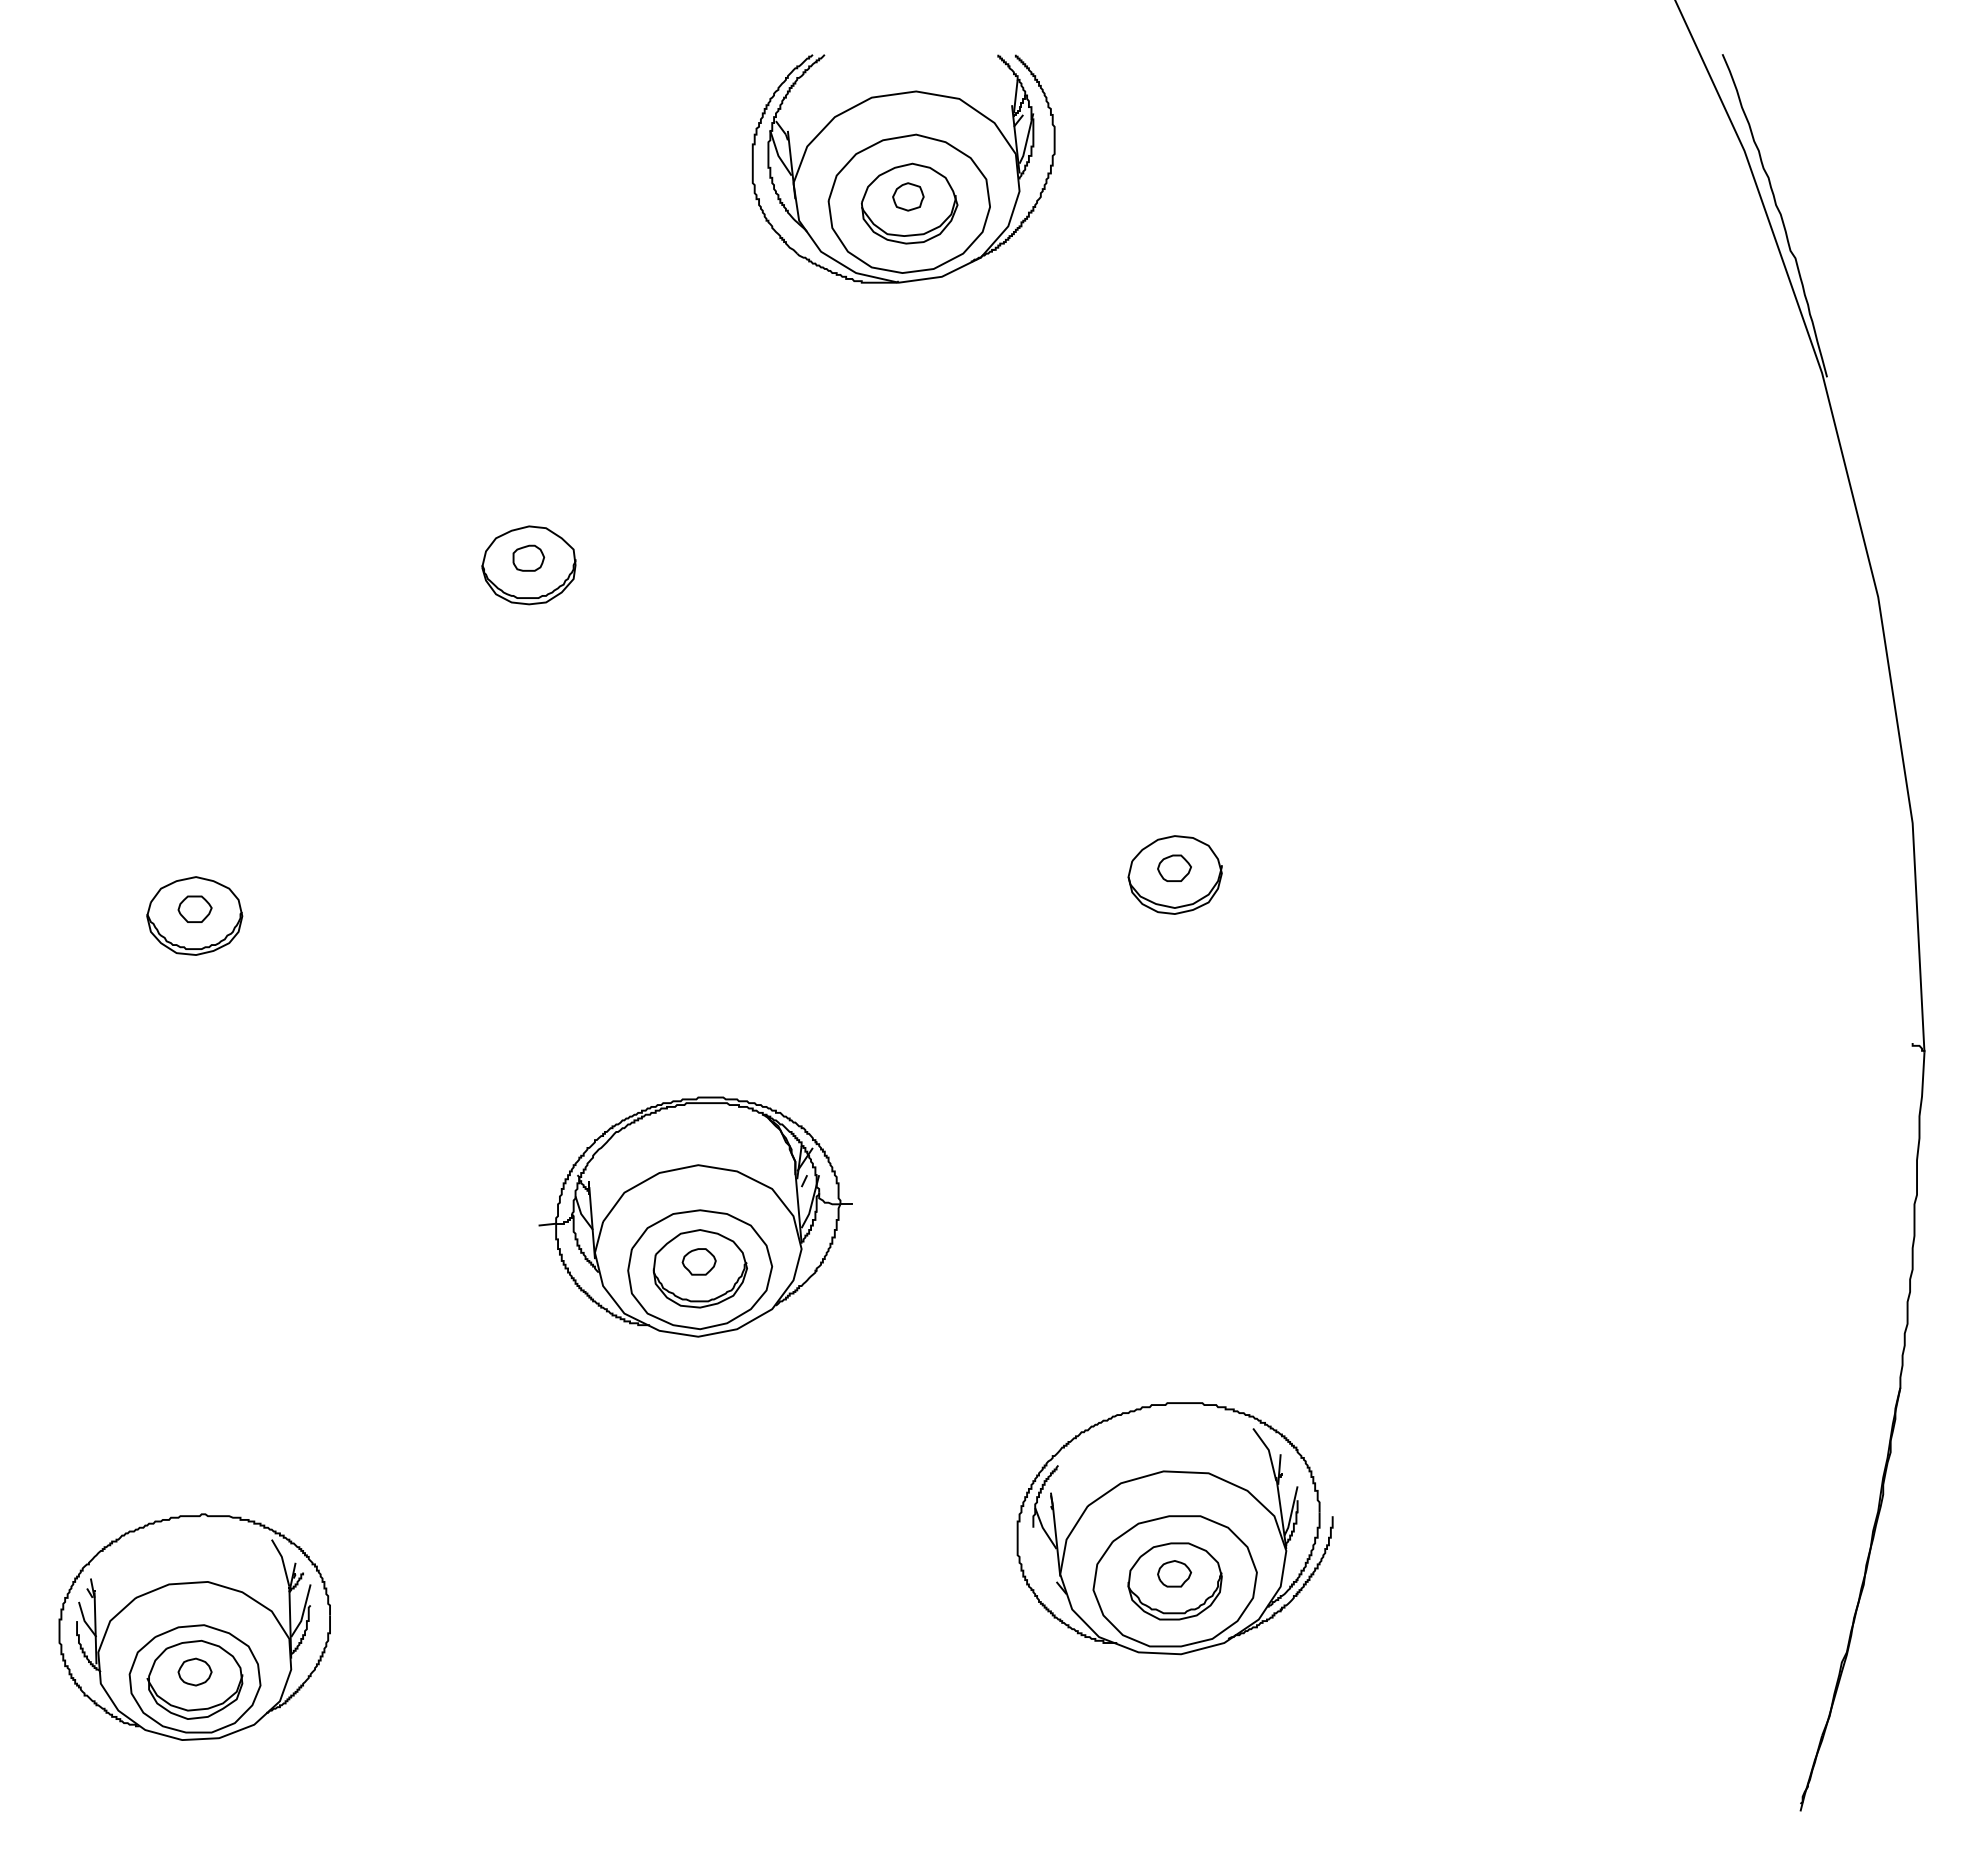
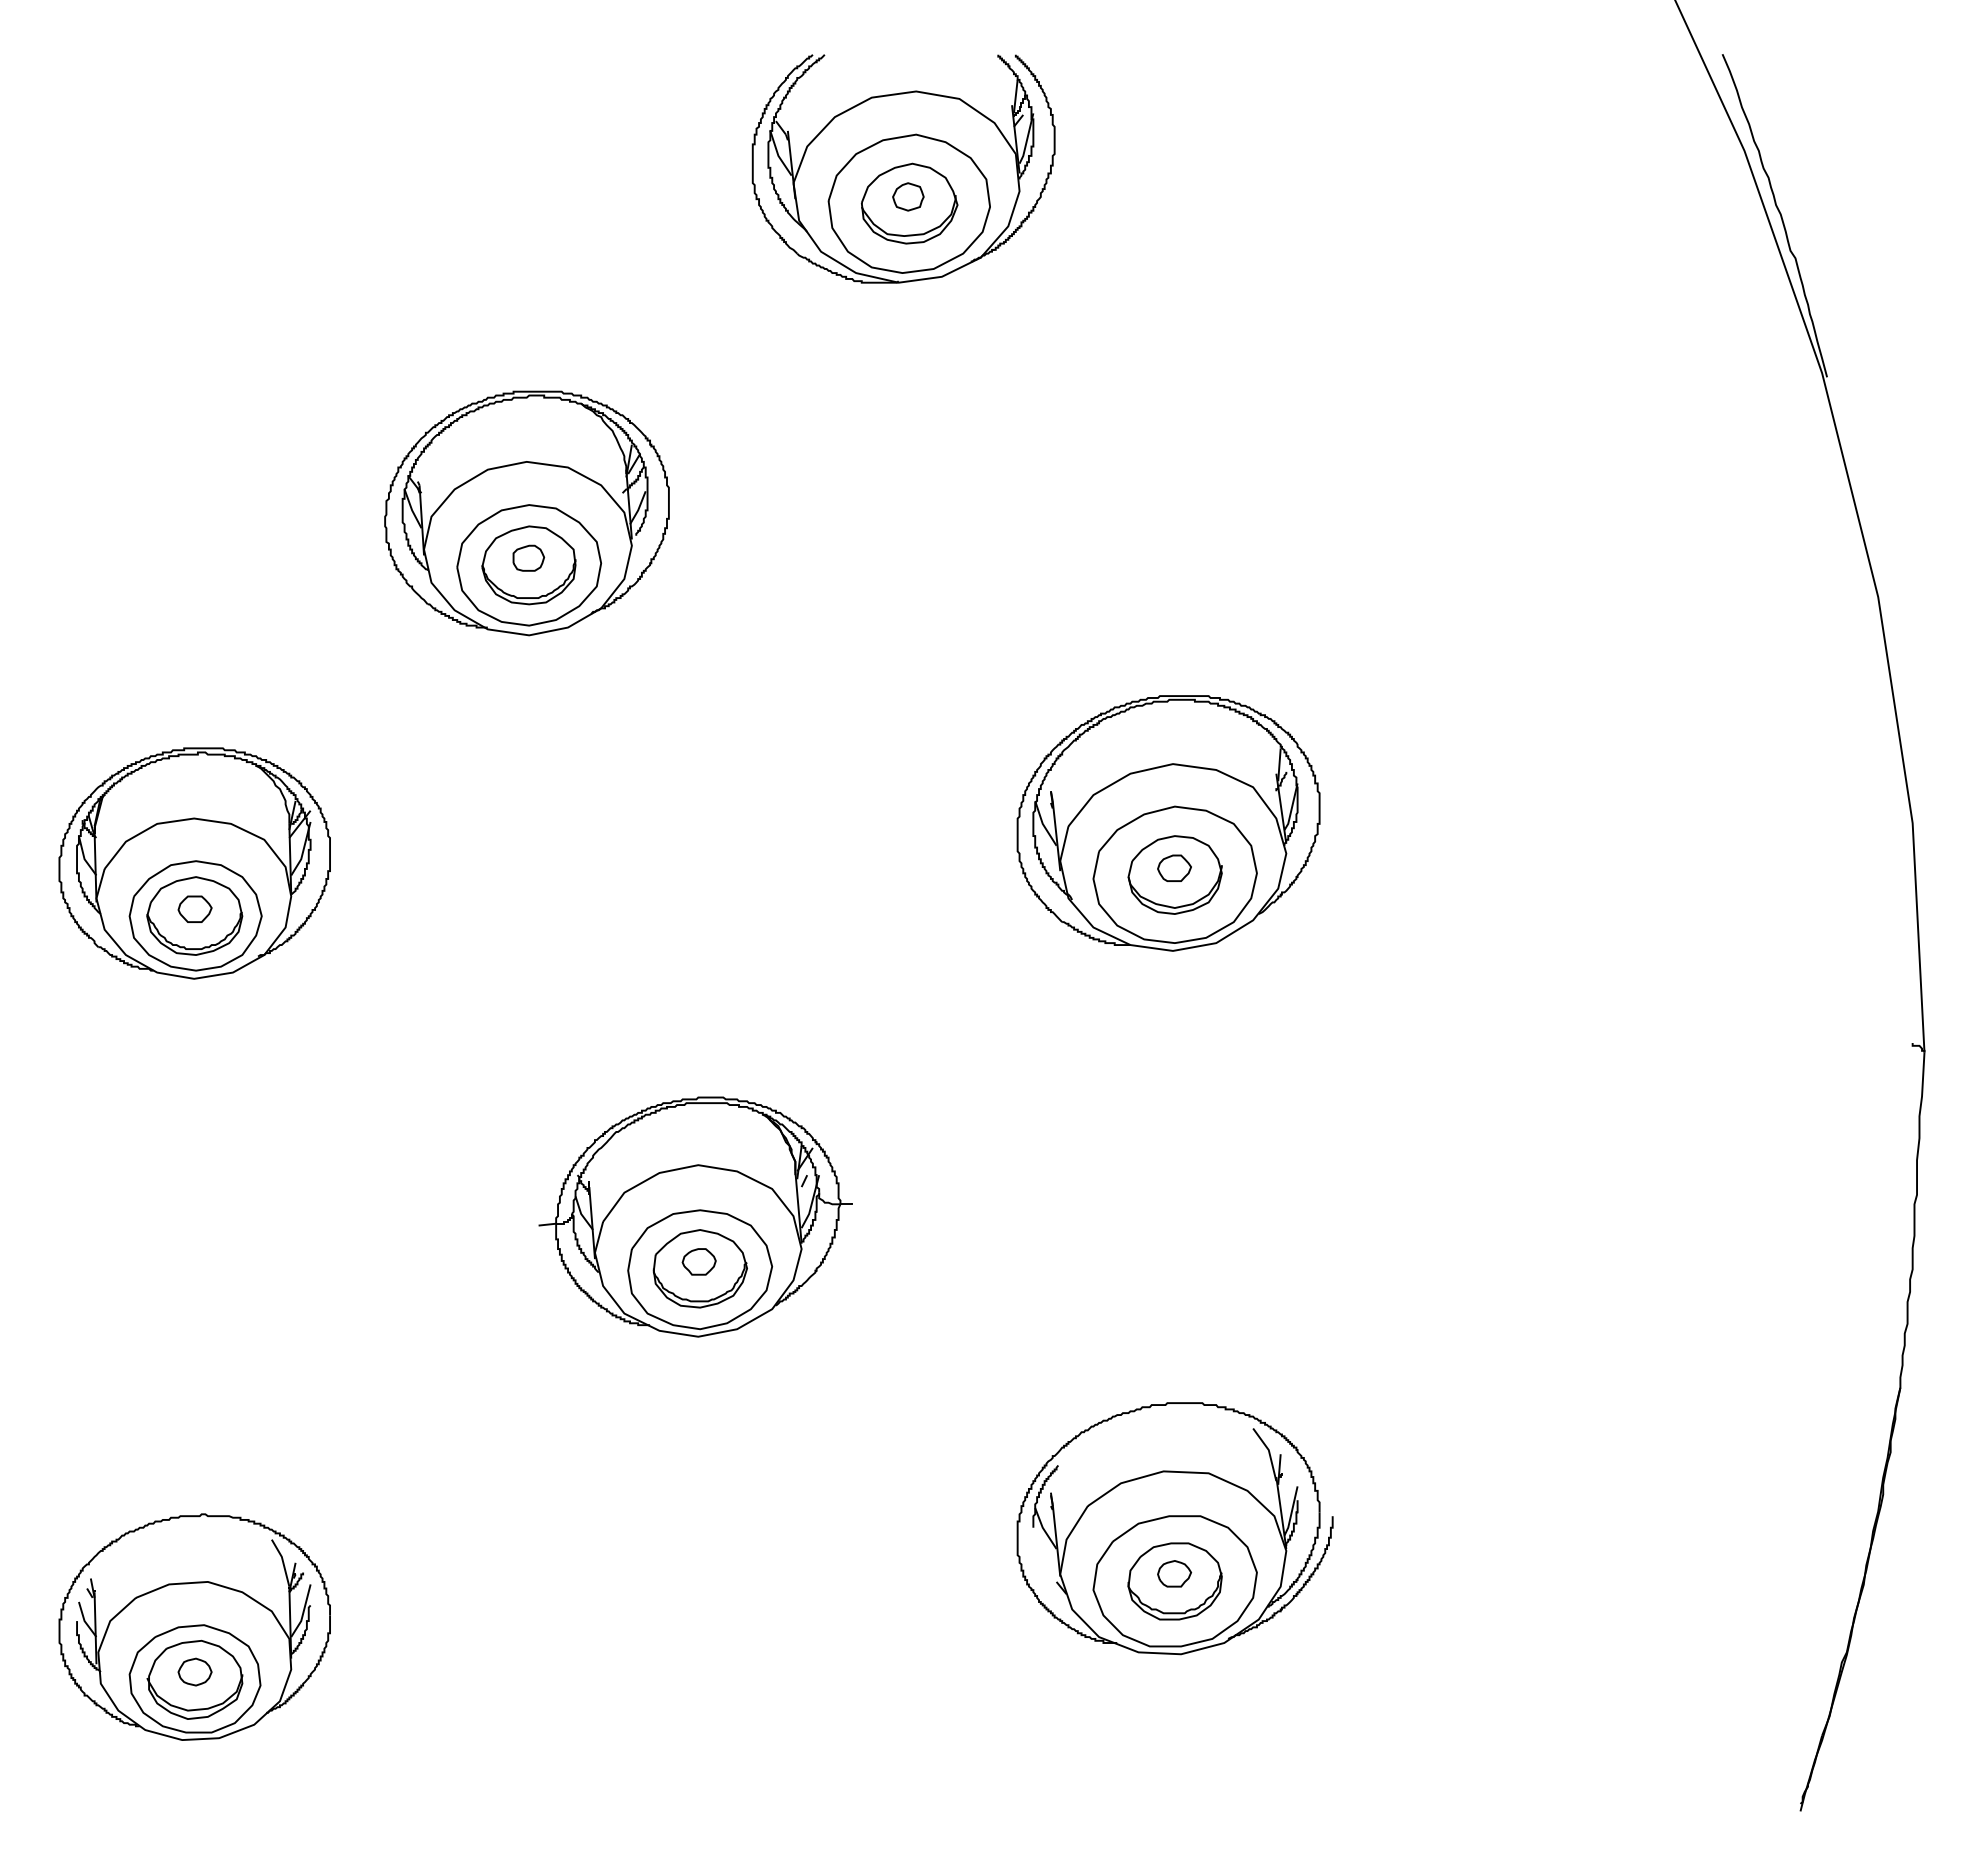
part at (526, 513): none -> present
part at (1168, 823): none -> present
part at (194, 863): none -> present
